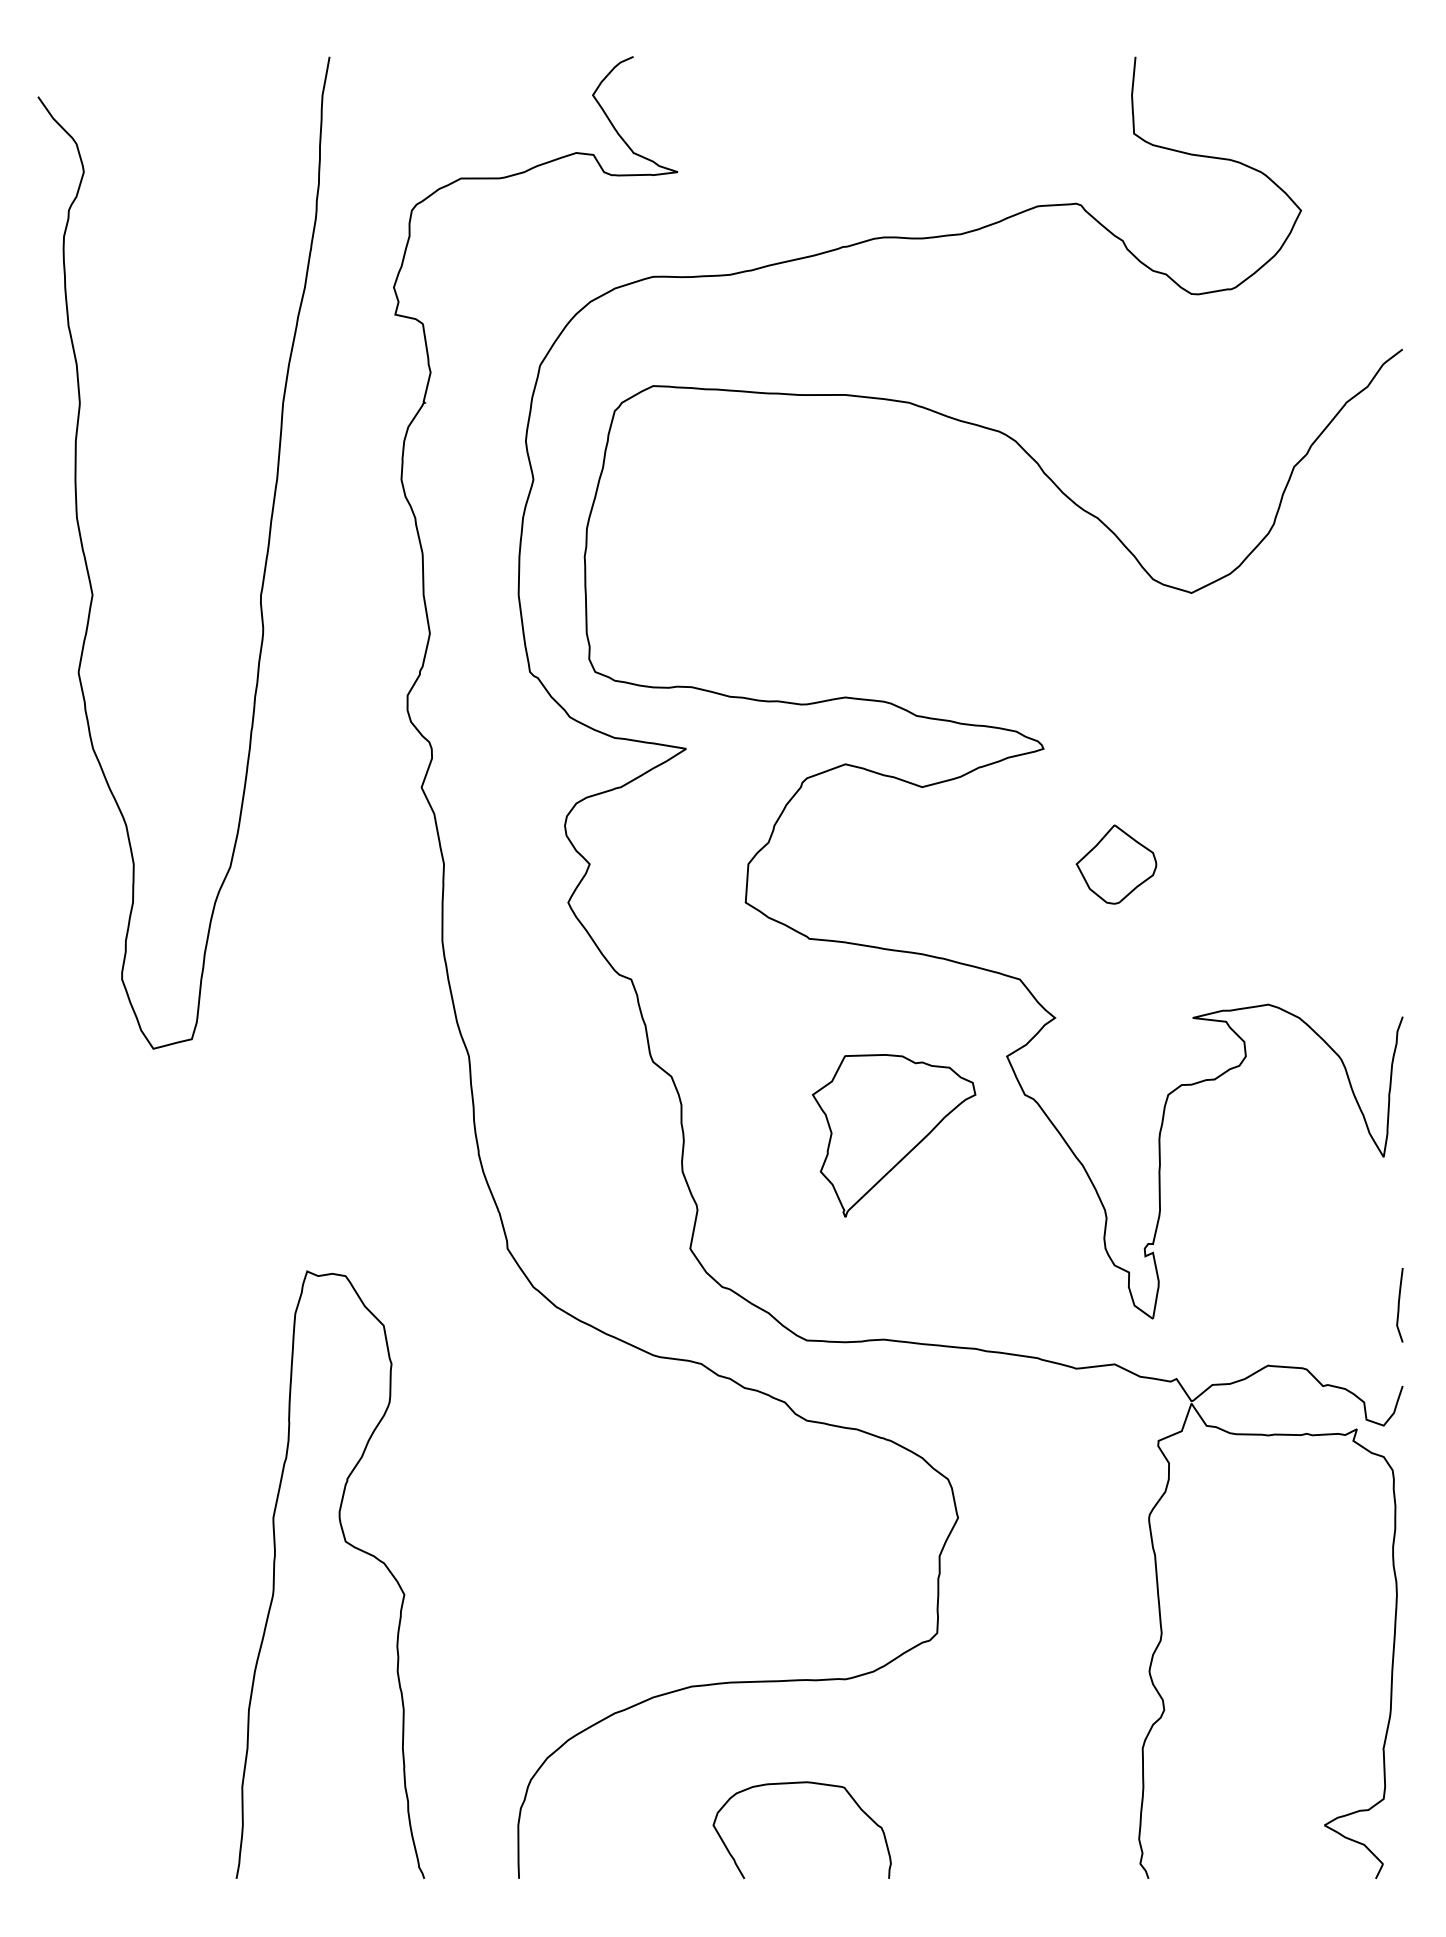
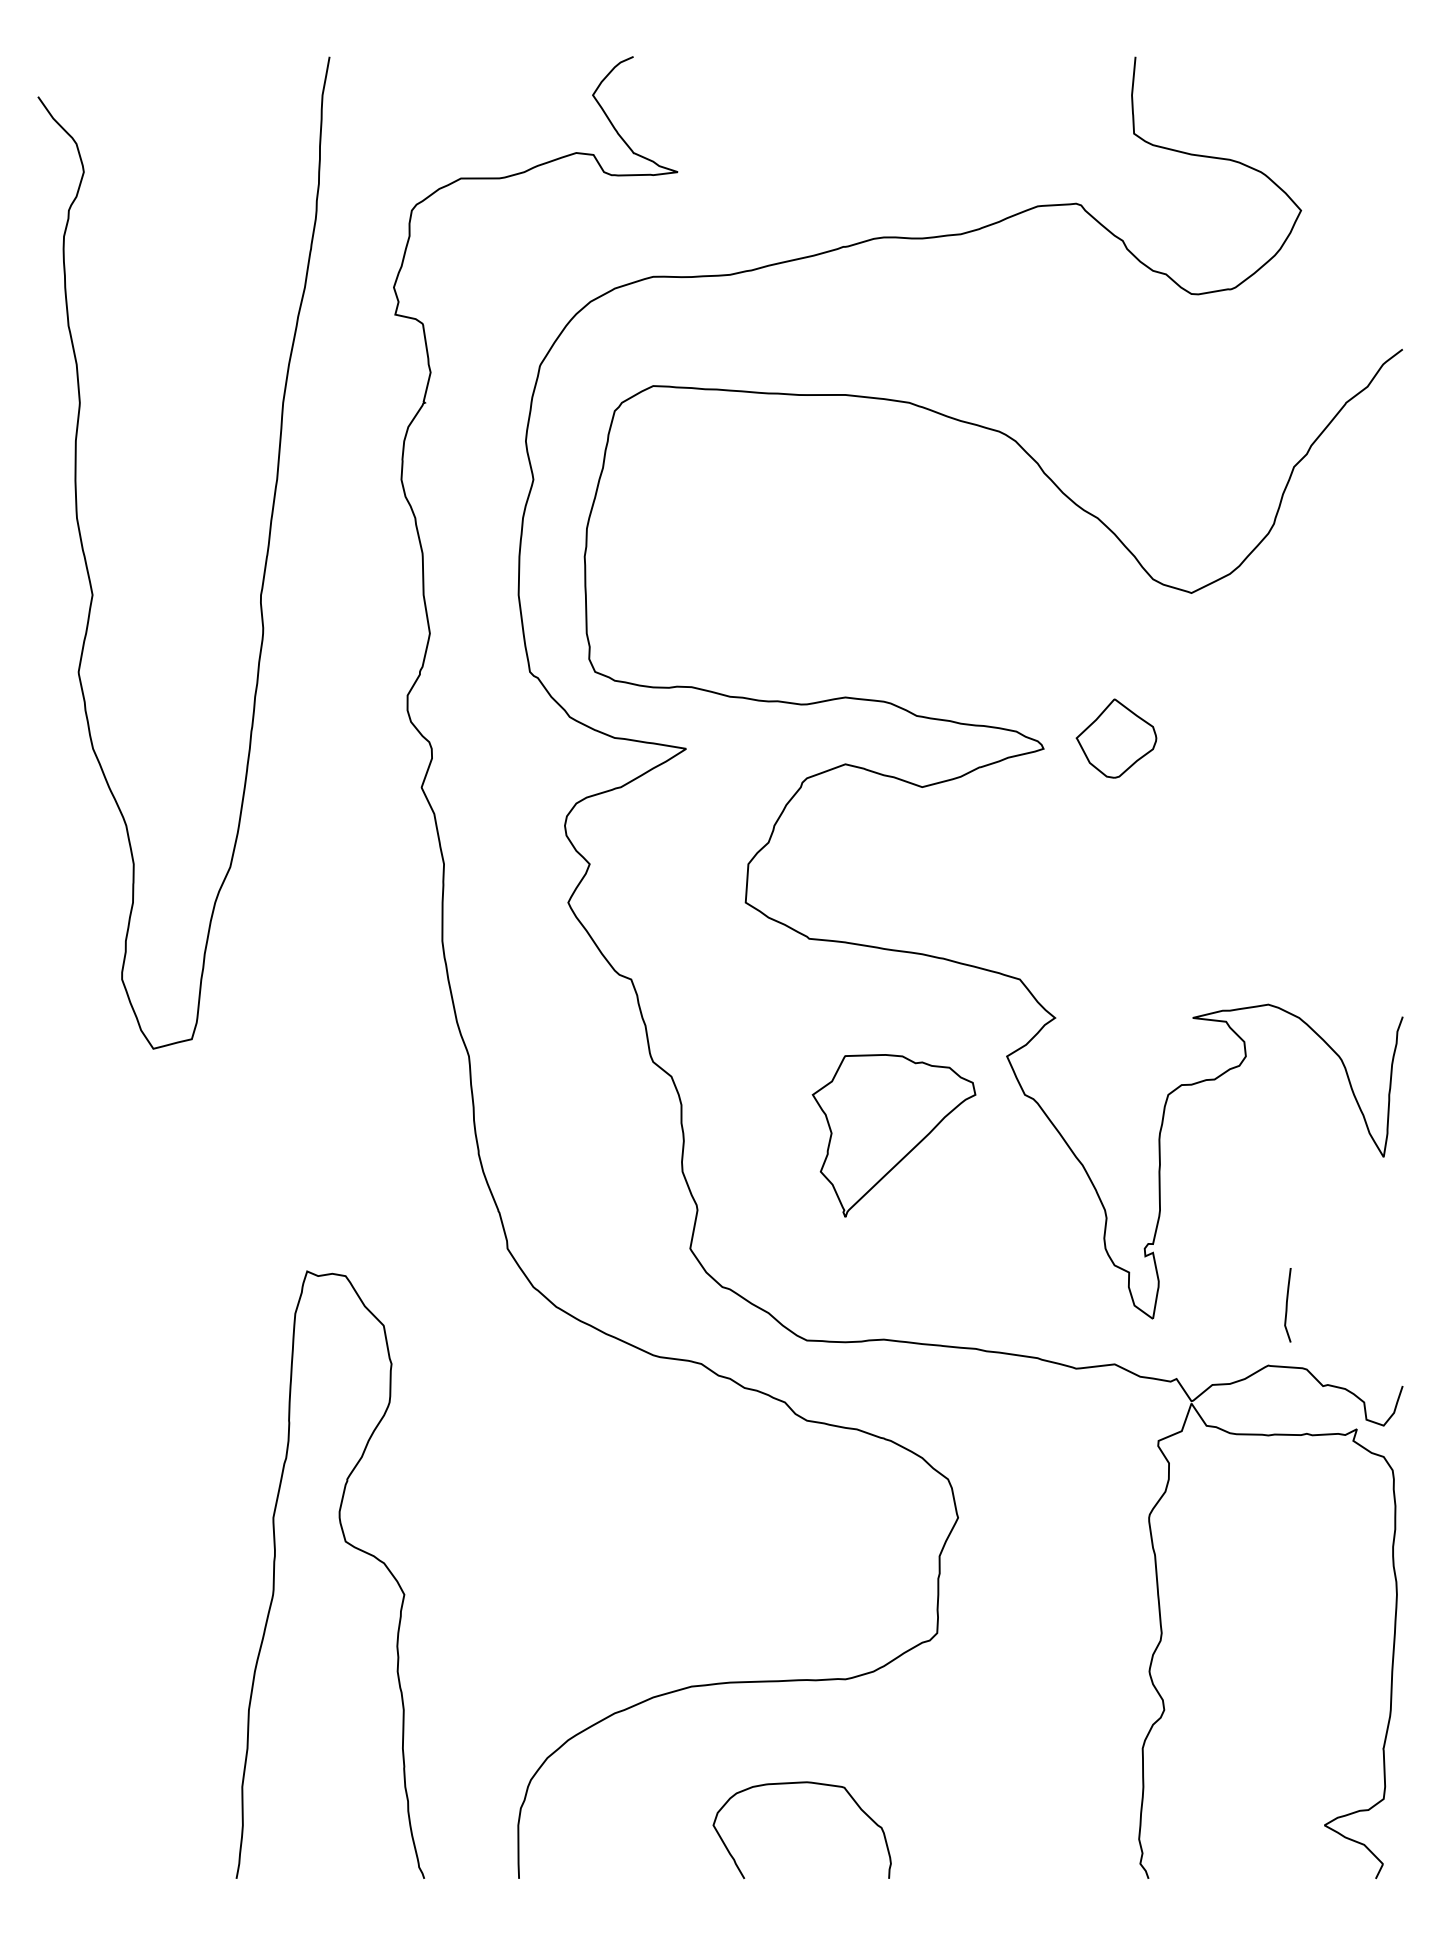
part at (1116, 864) position: (1116, 864) -> (1116, 738)
curve at (1399, 1305) position: (1399, 1305) -> (1287, 1305)
